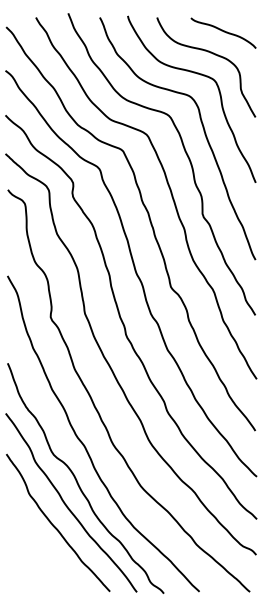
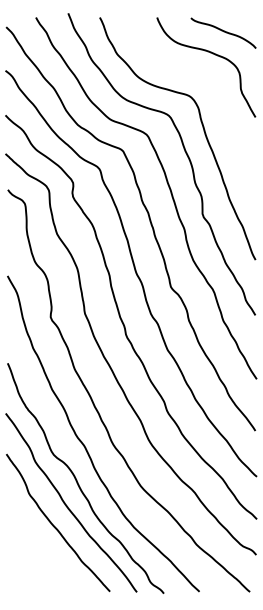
curve at (200, 75): present -> none
